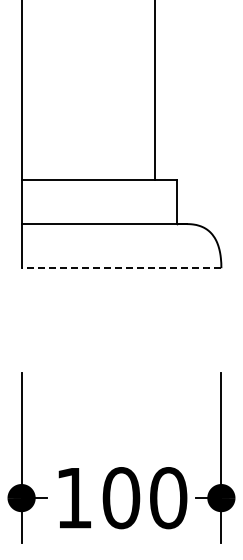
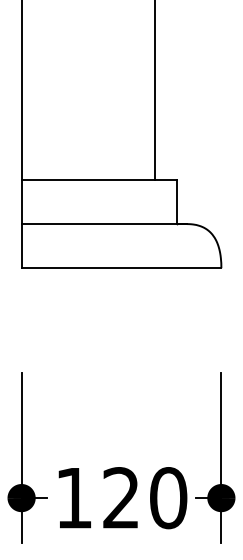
line at (121, 268): dashed -> solid
text at (121, 498): 100 -> 120
